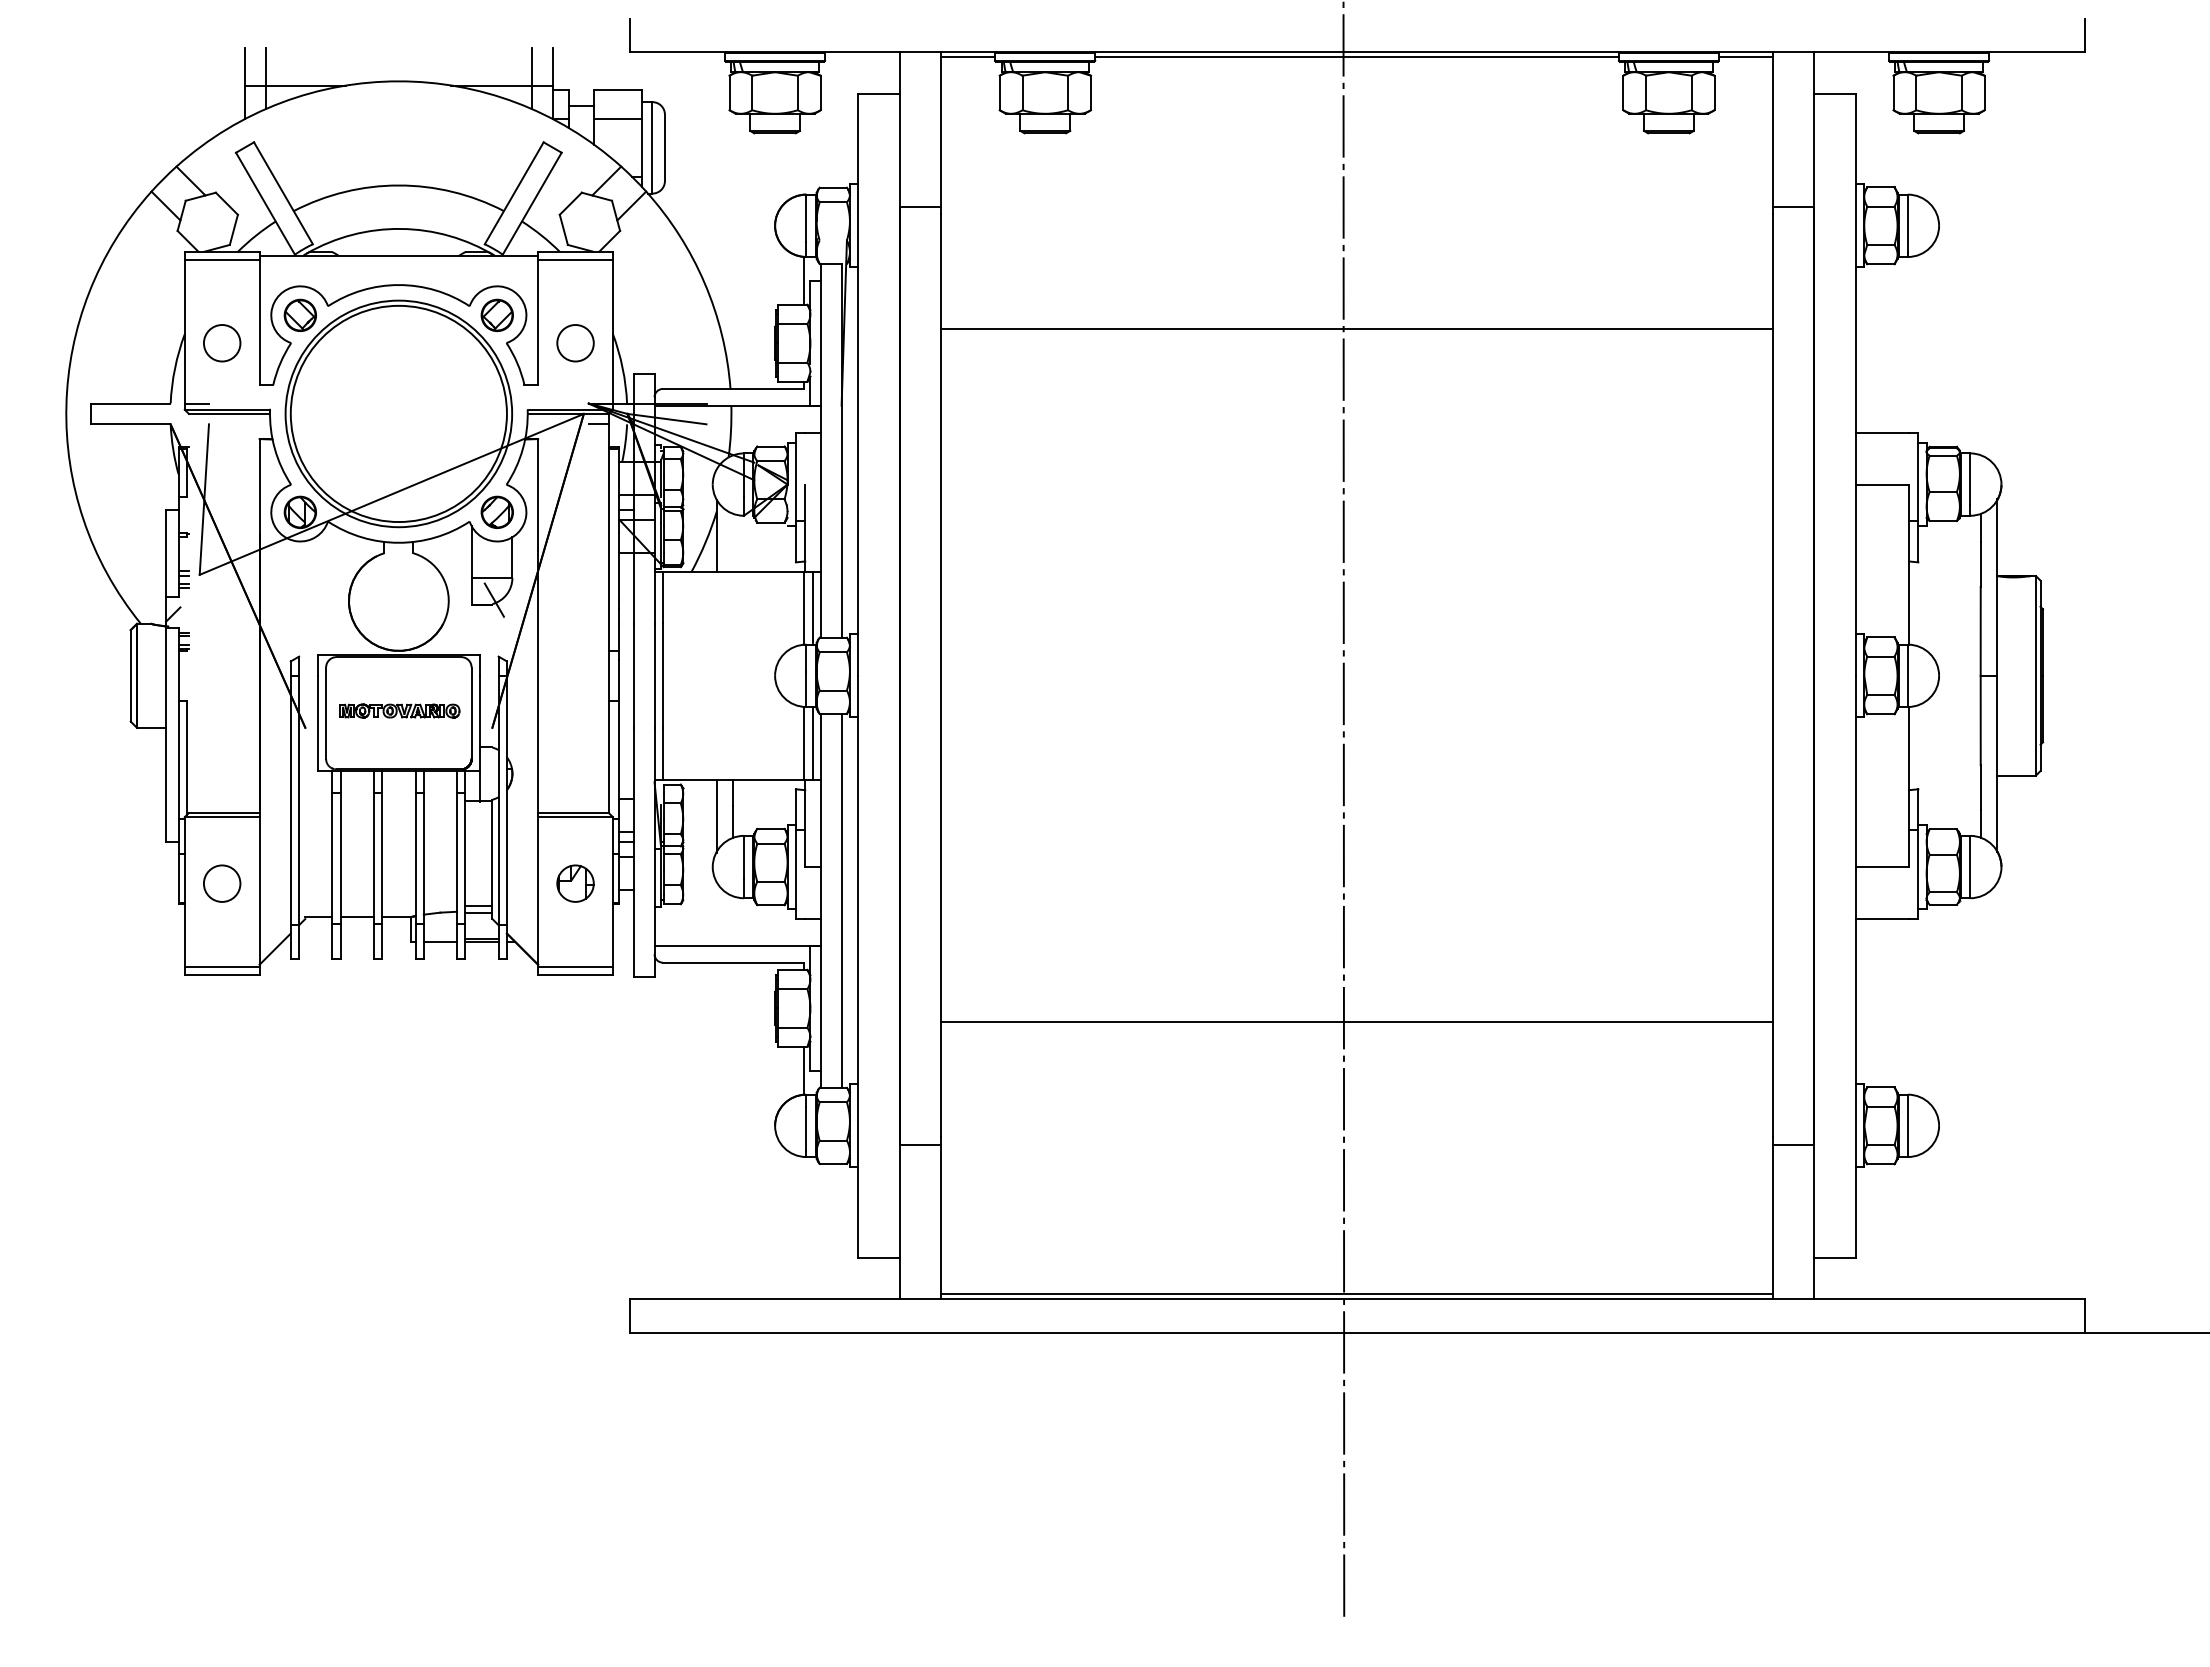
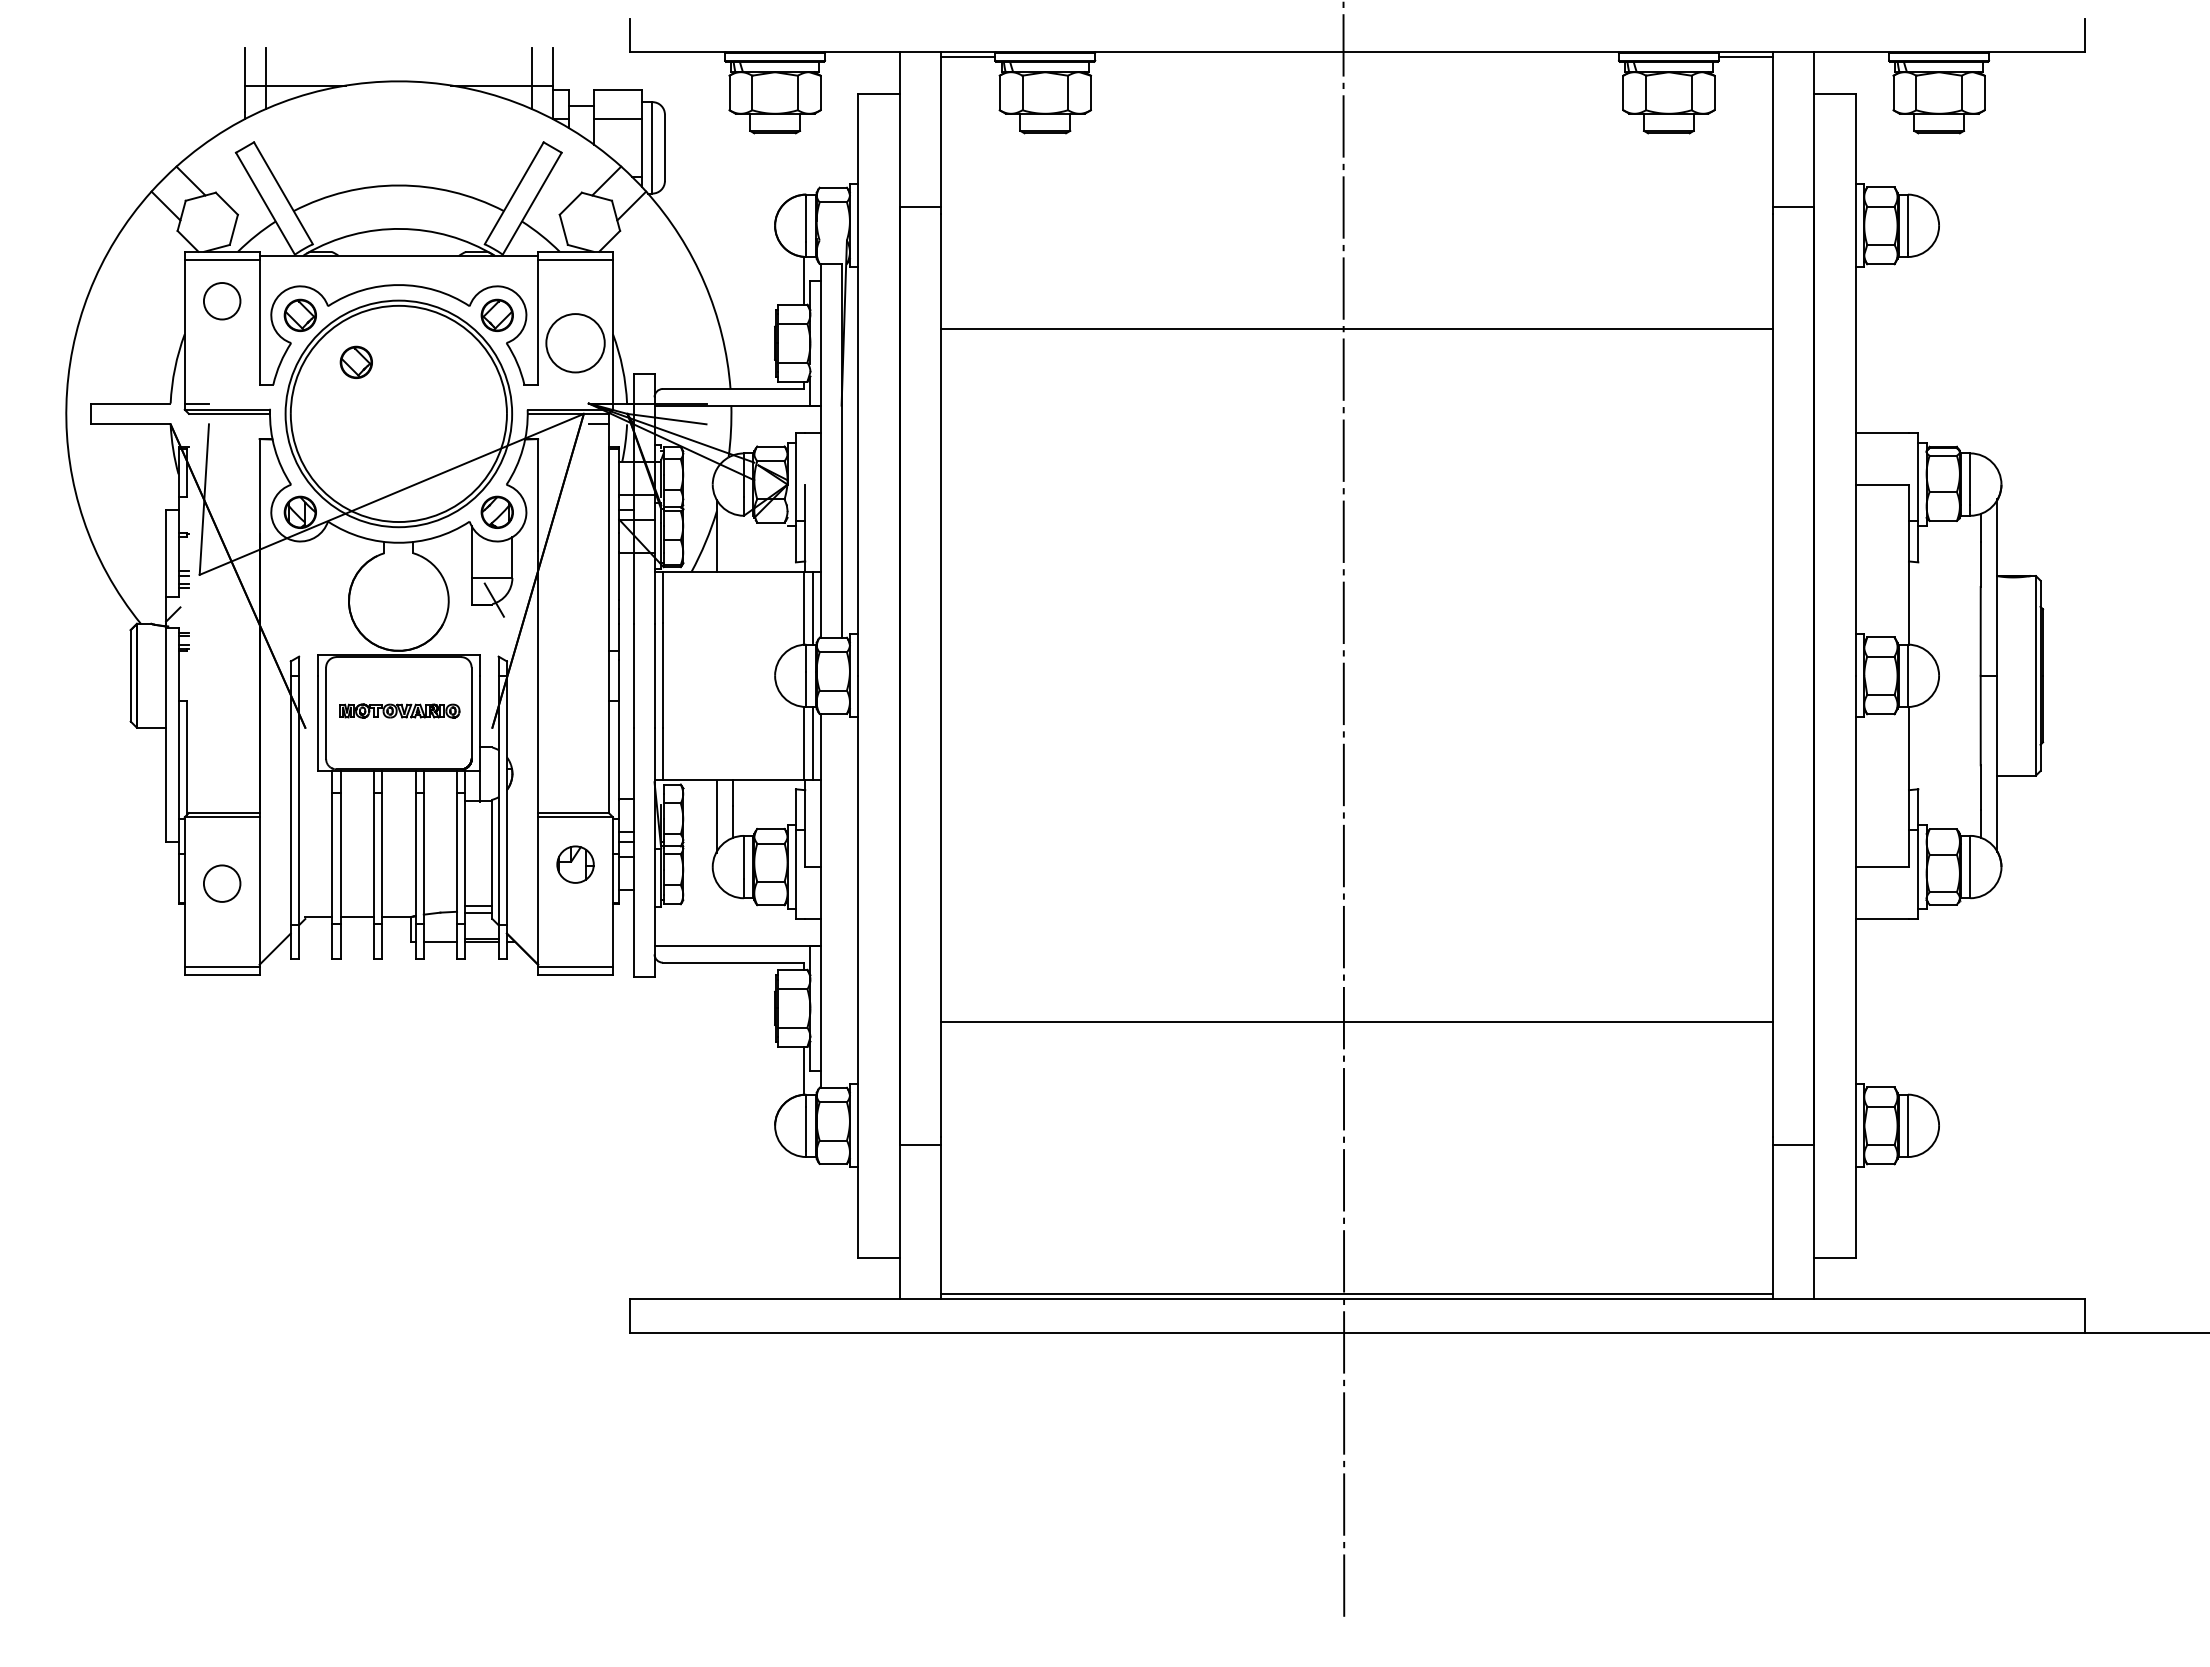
line at (1357, 57): present -> none
circle at (222, 343) position: (222, 343) -> (222, 301)
circle at (575, 343) diameter: 36 px -> 58 px
part at (355, 361): none -> present
part at (575, 883) position: (575, 883) -> (575, 864)
line at (841, 900): present -> none
